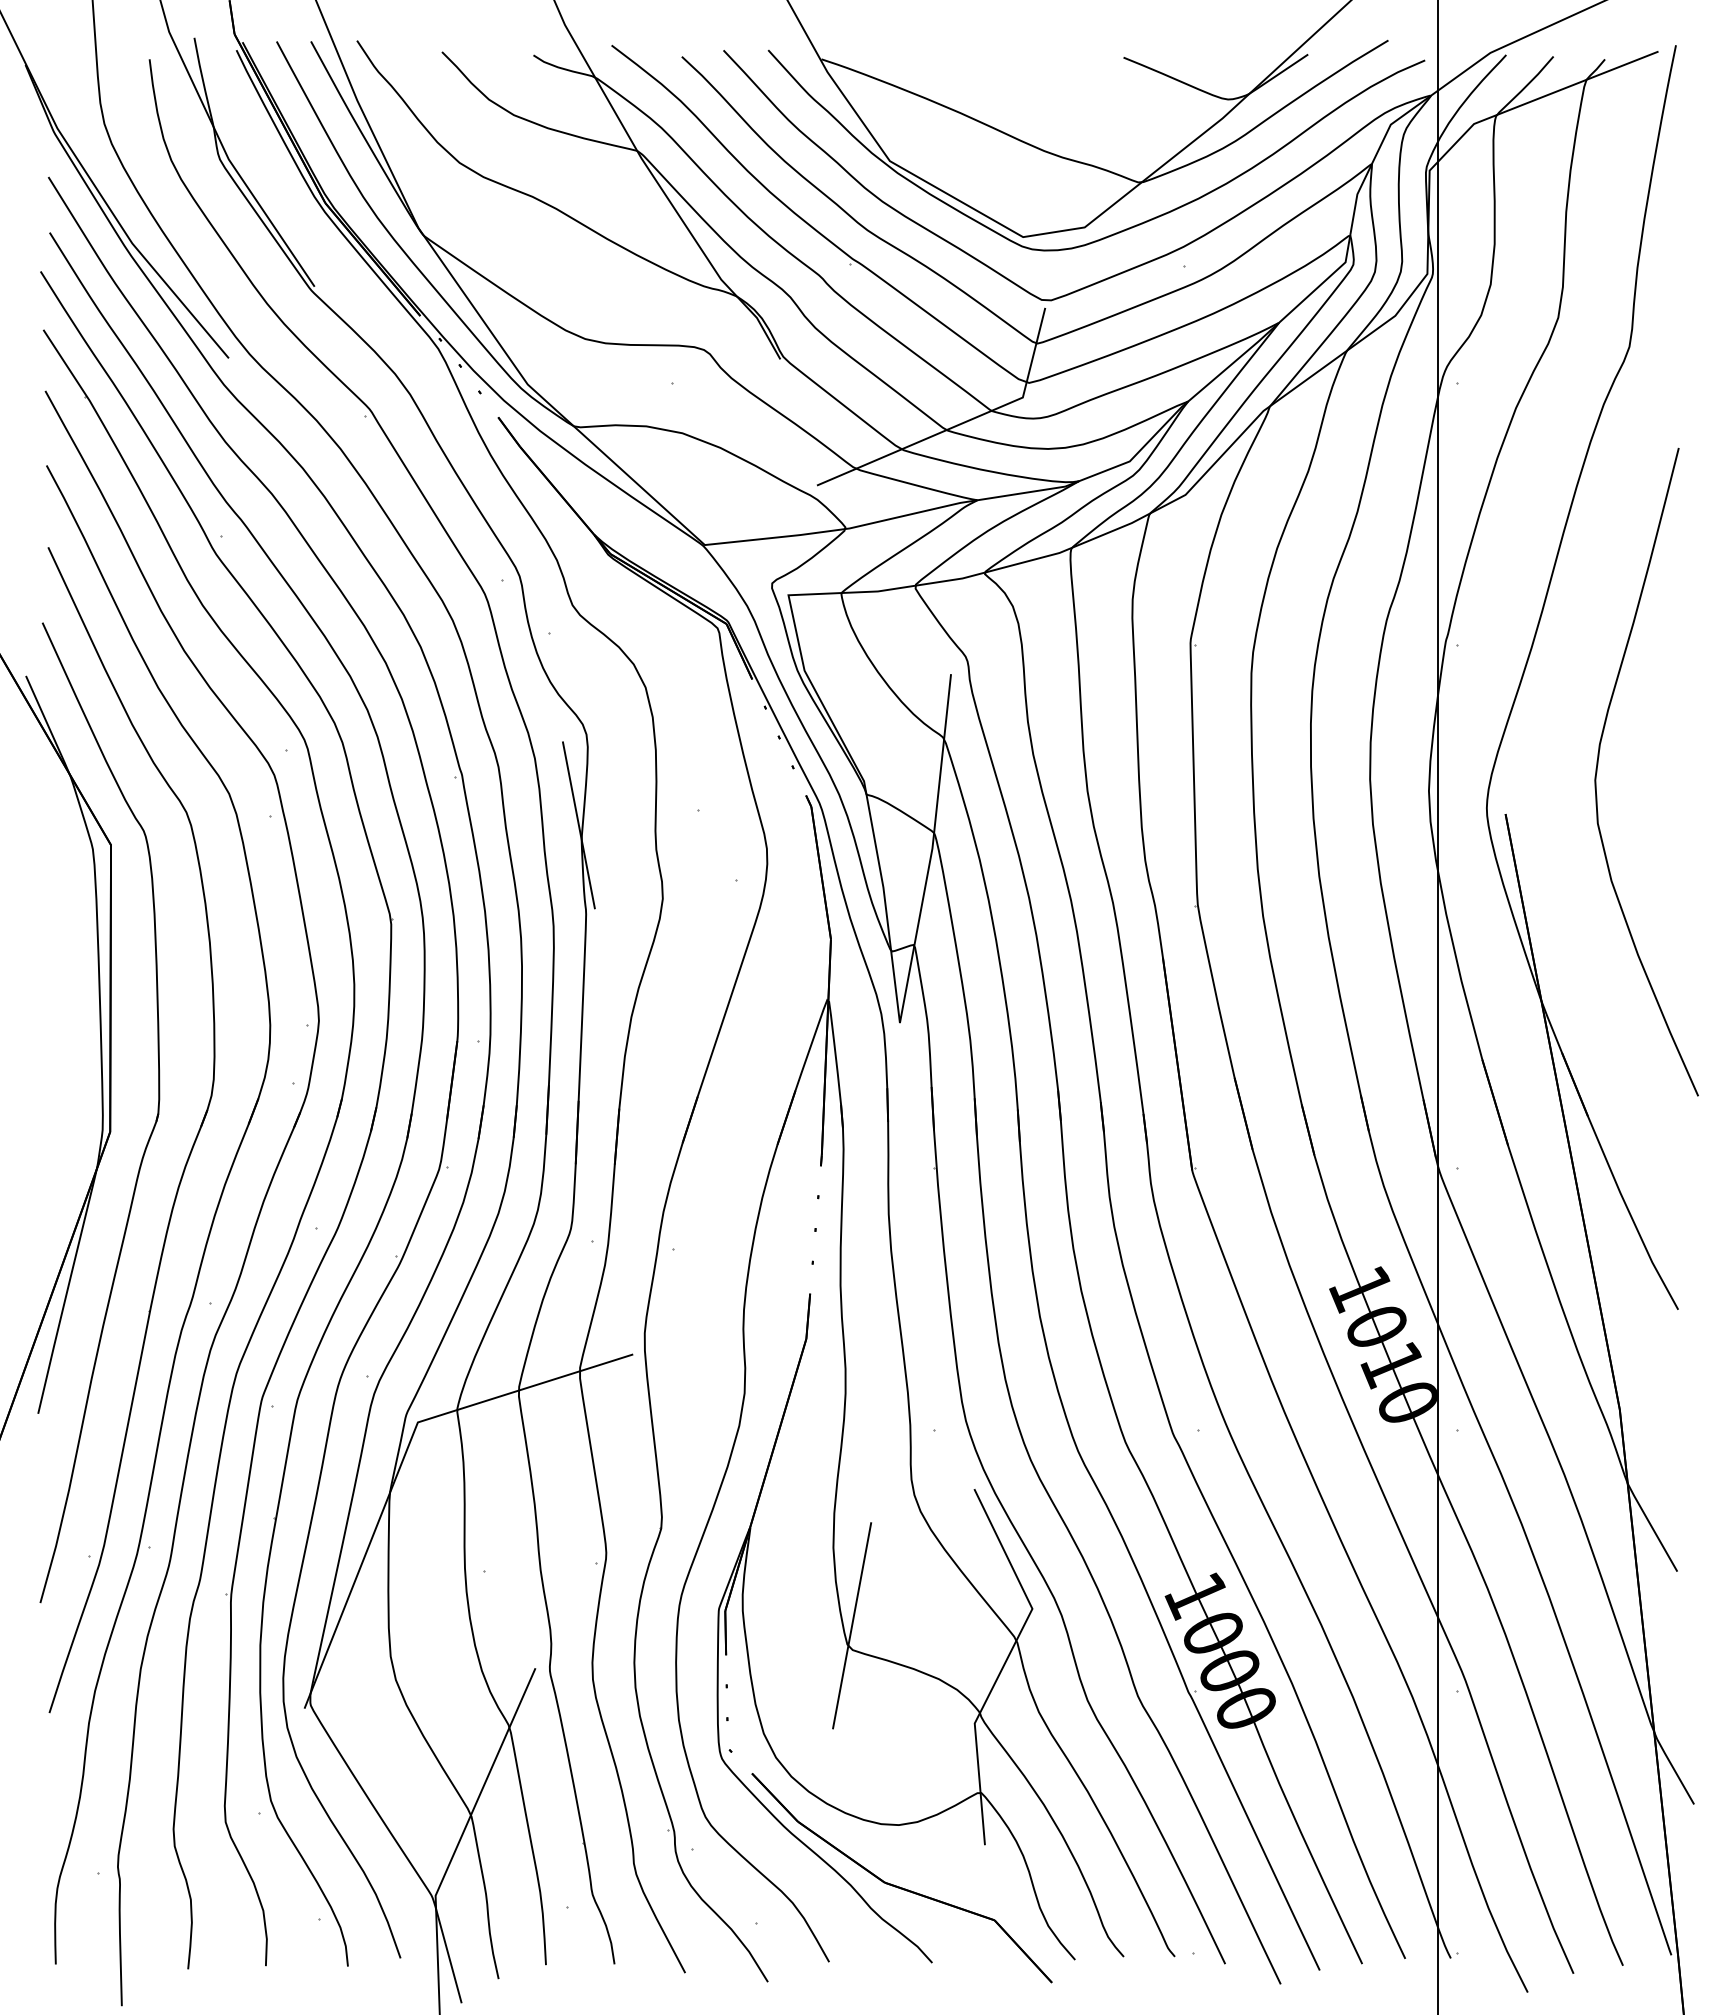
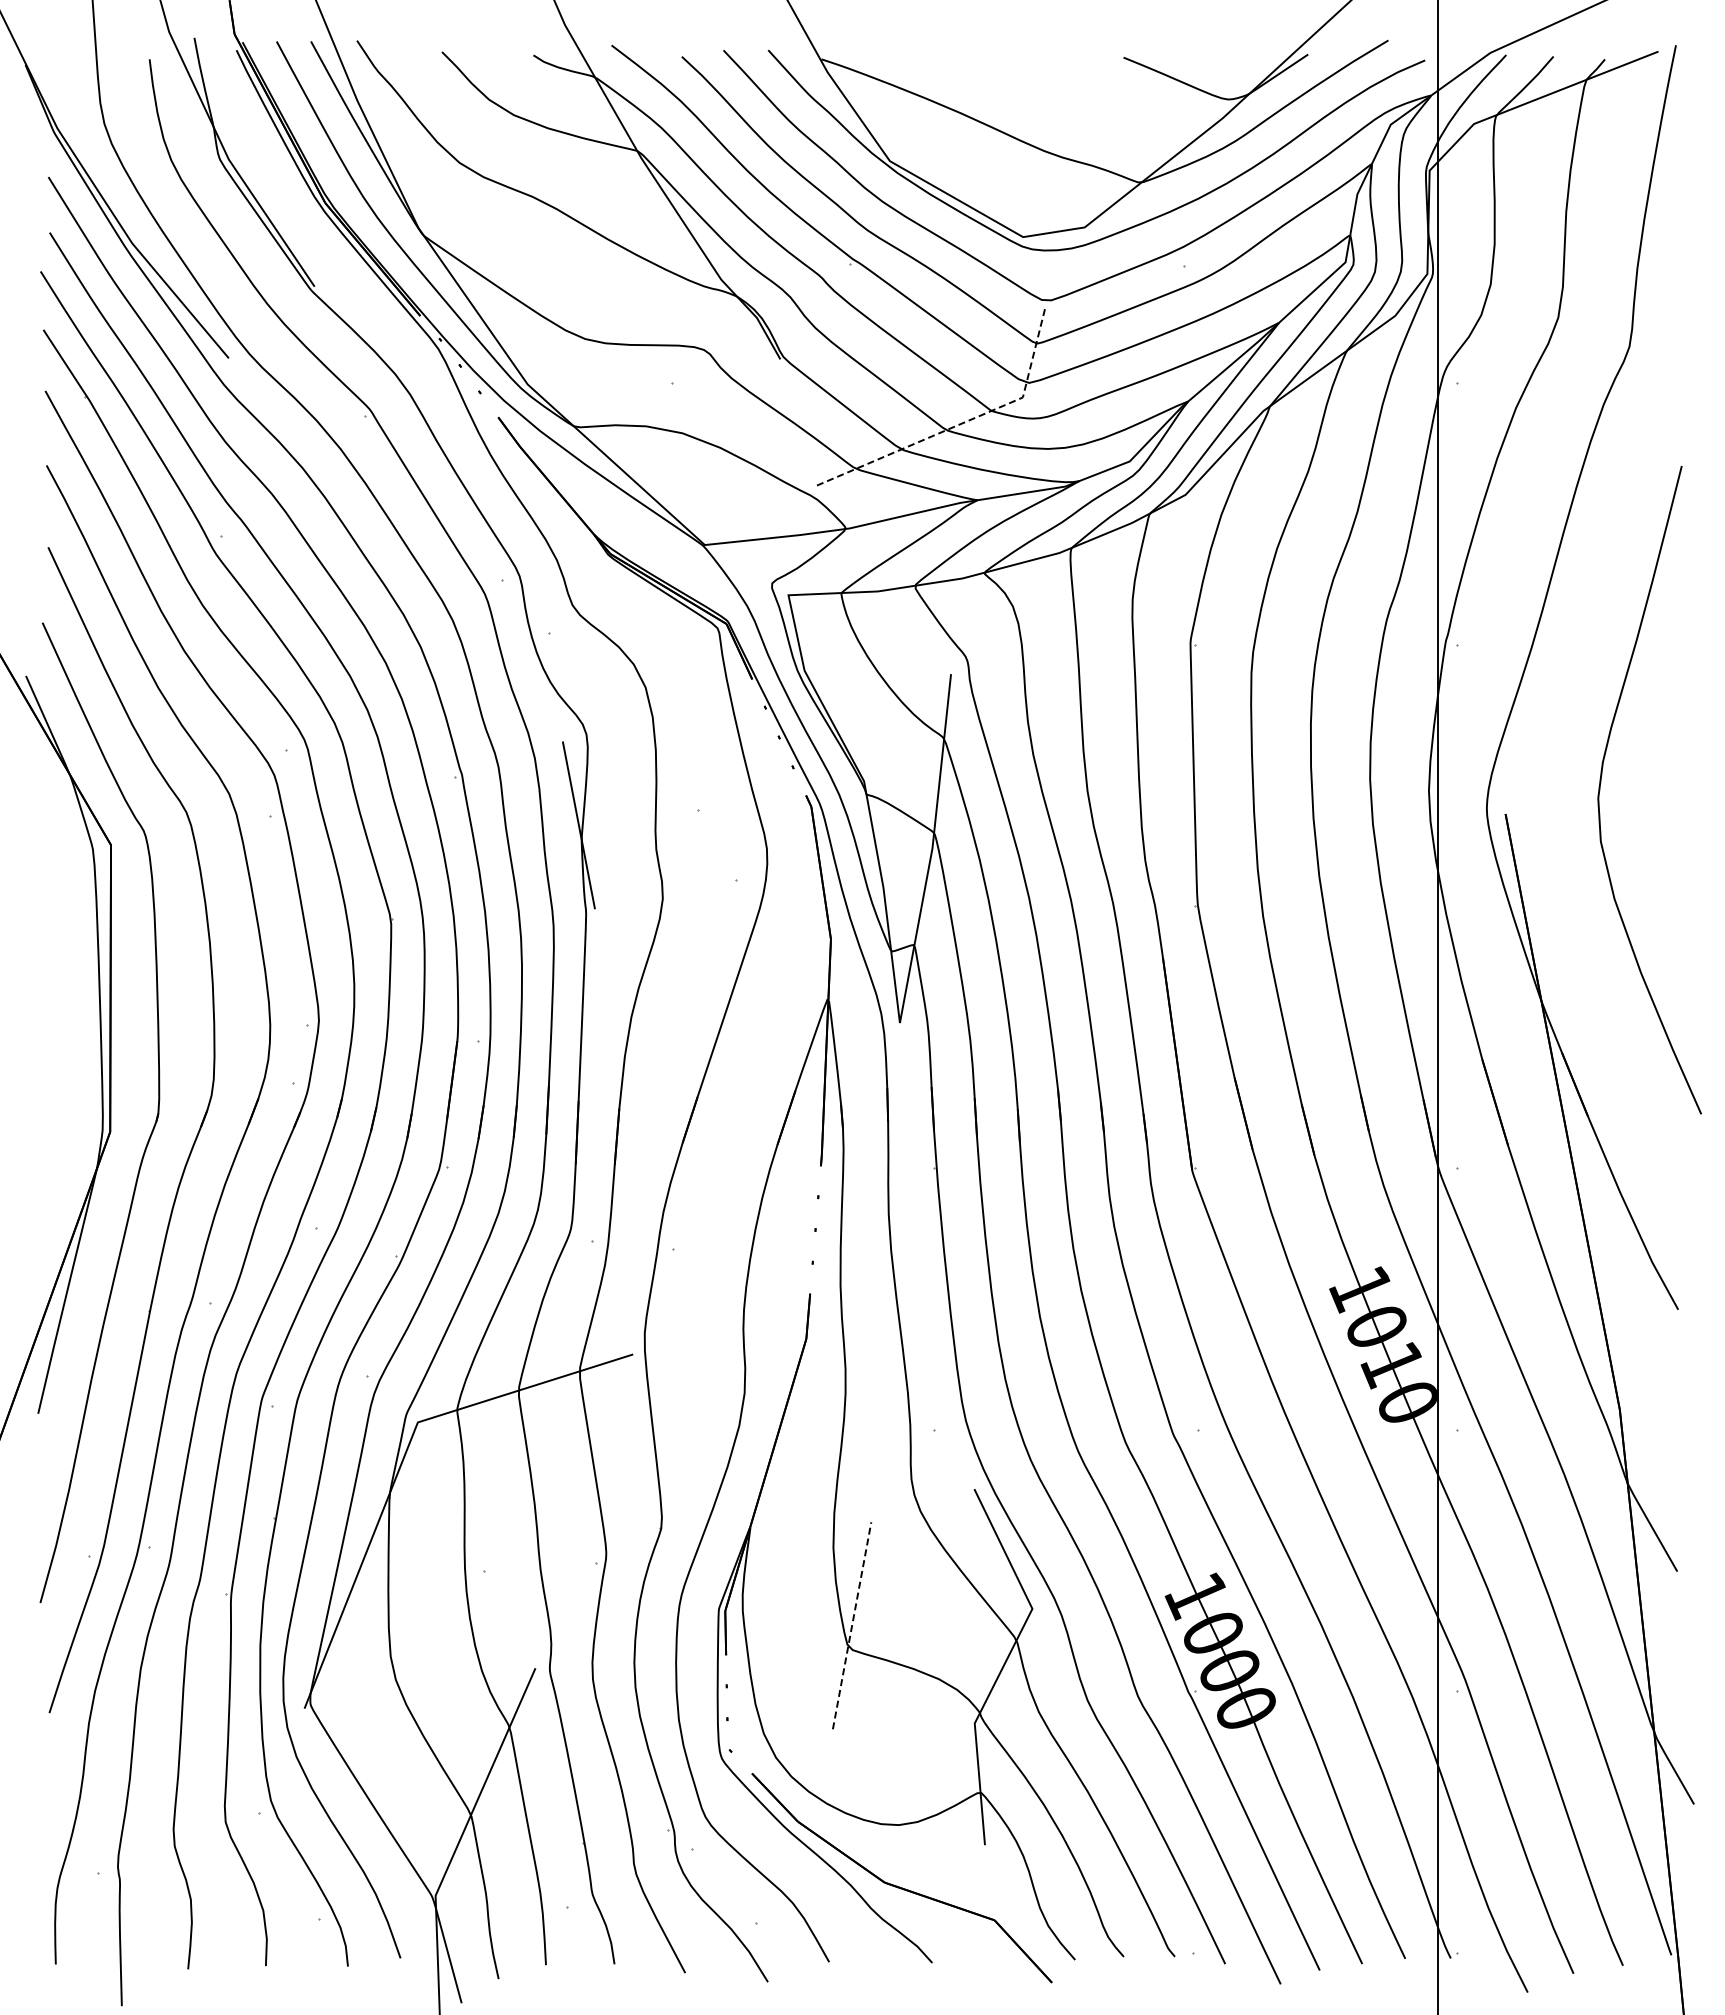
line at (963, 423): solid -> dashed
curve at (1598, 765) position: (1598, 765) -> (1601, 783)
line at (852, 1625): solid -> dashed
